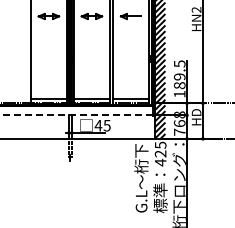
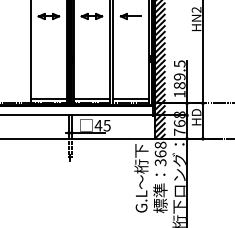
line at (76, 115): dashed -> solid
text at (160, 153): 425 -> 368
